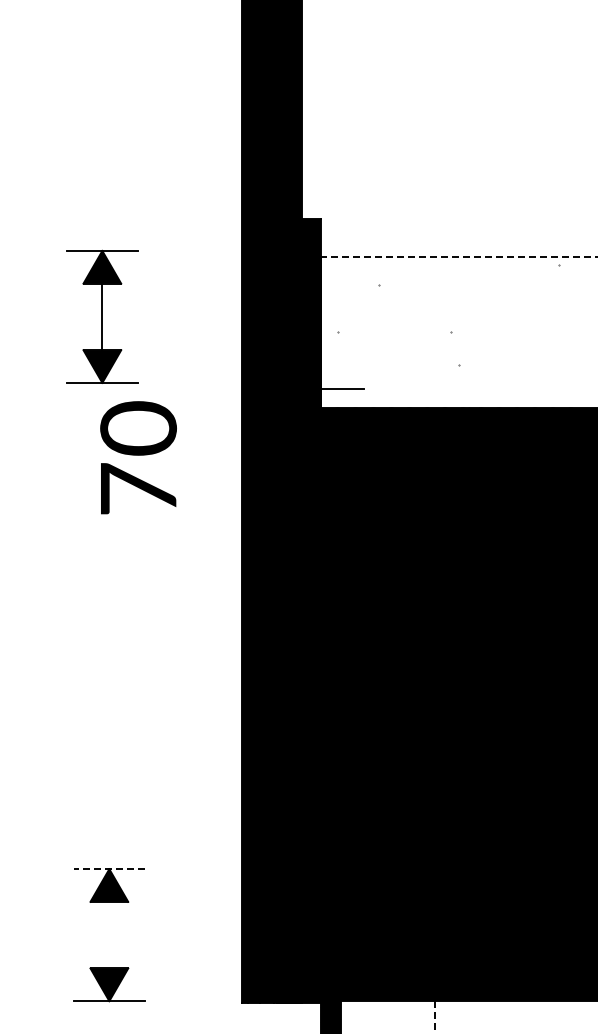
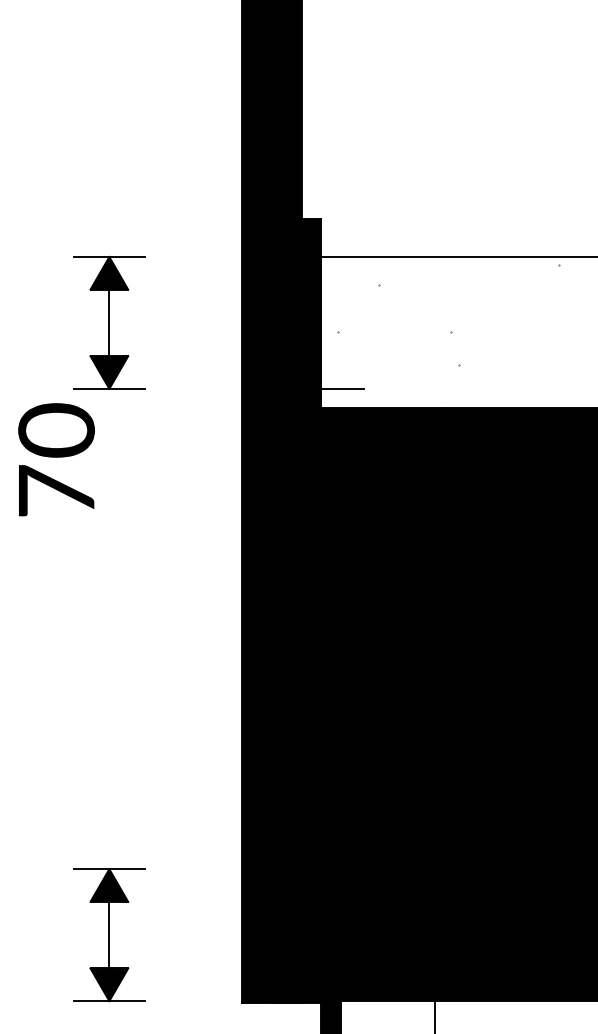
line at (459, 257): dashed -> solid
part at (102, 316) position: (102, 316) -> (109, 322)
text at (138, 457) position: (138, 457) -> (56, 459)
line at (108, 869): dashed -> solid
line at (109, 934): none -> present
line at (435, 1017): dashed -> solid
